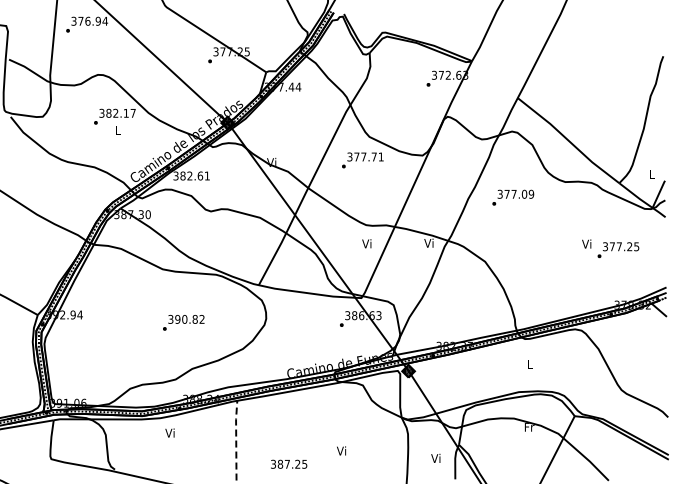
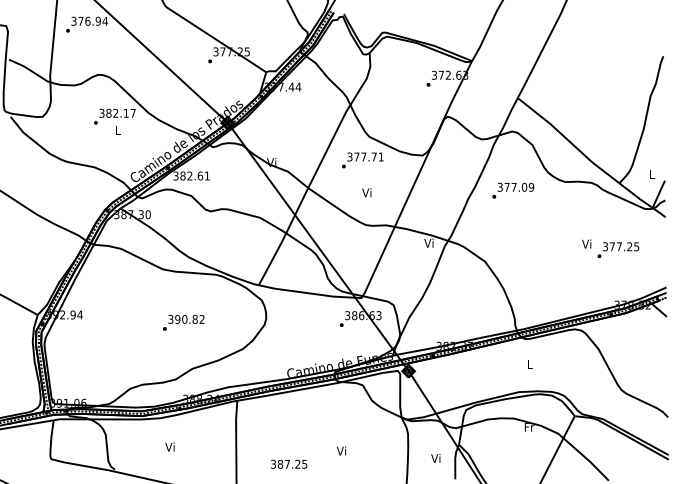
text at (513, 197) position: (513, 197) -> (513, 190)
text at (366, 243) position: (366, 243) -> (366, 192)
text at (169, 432) position: (169, 432) -> (169, 446)
line at (236, 441): dashed -> solid
